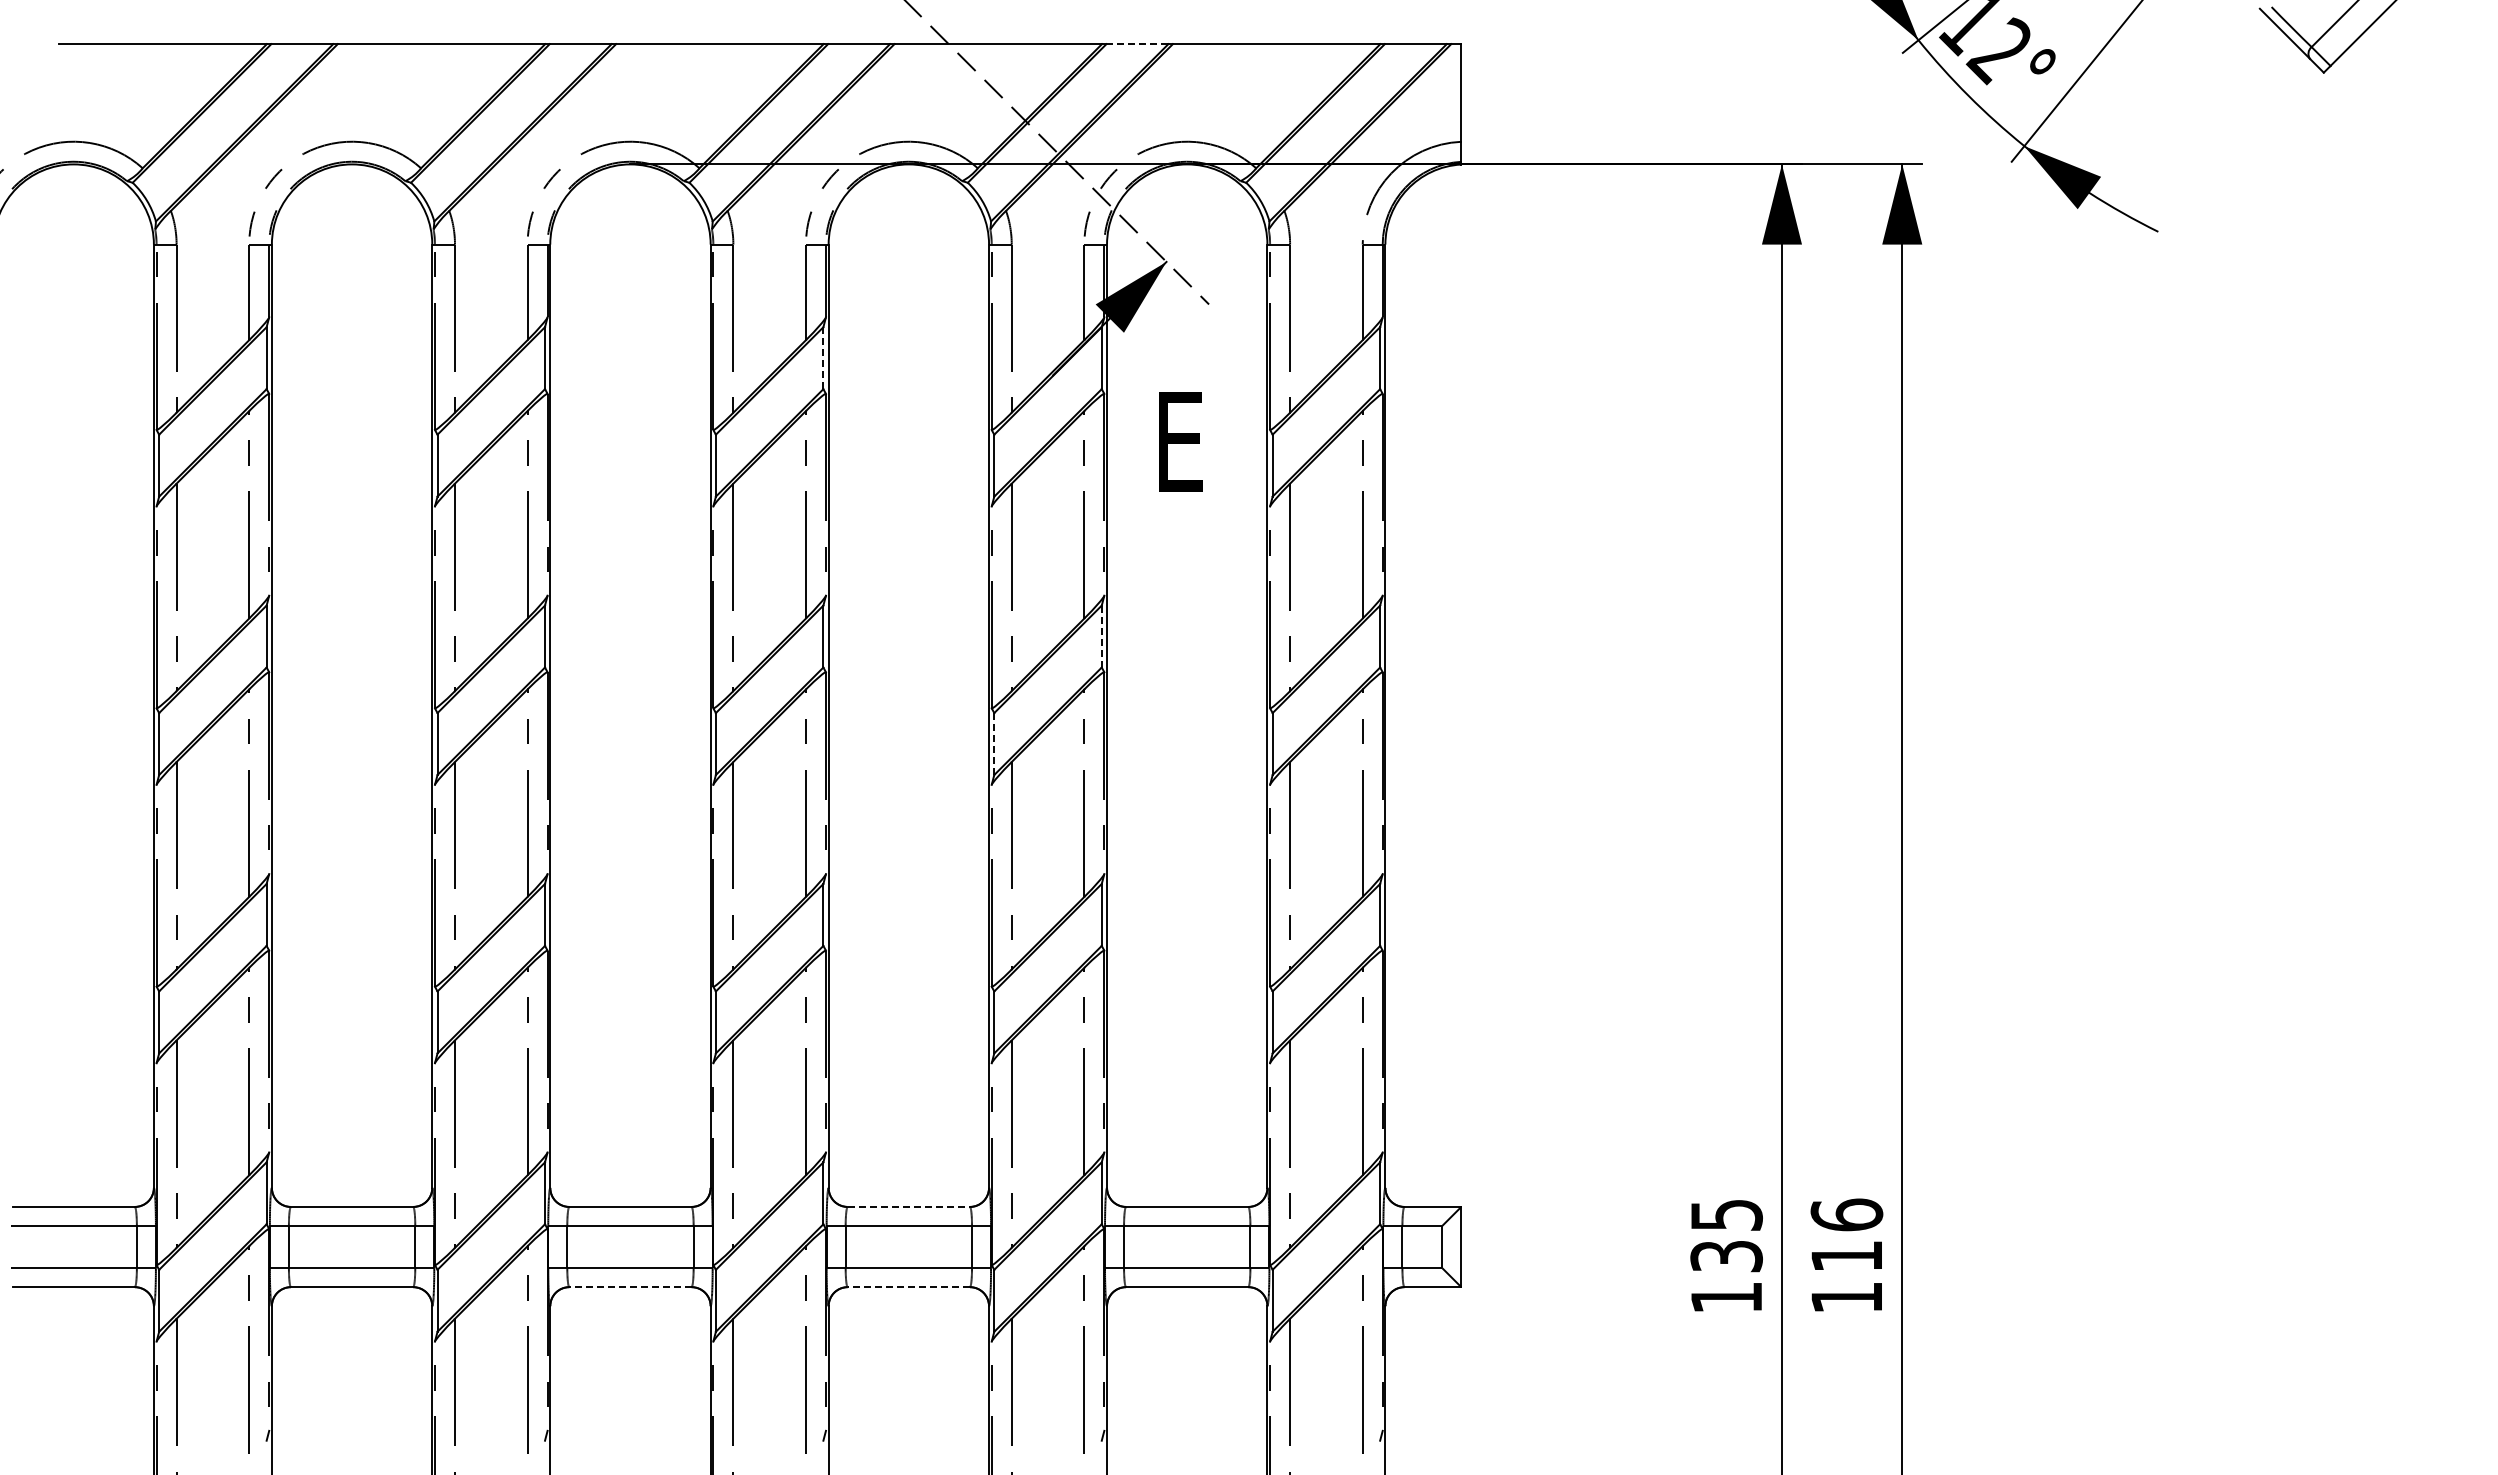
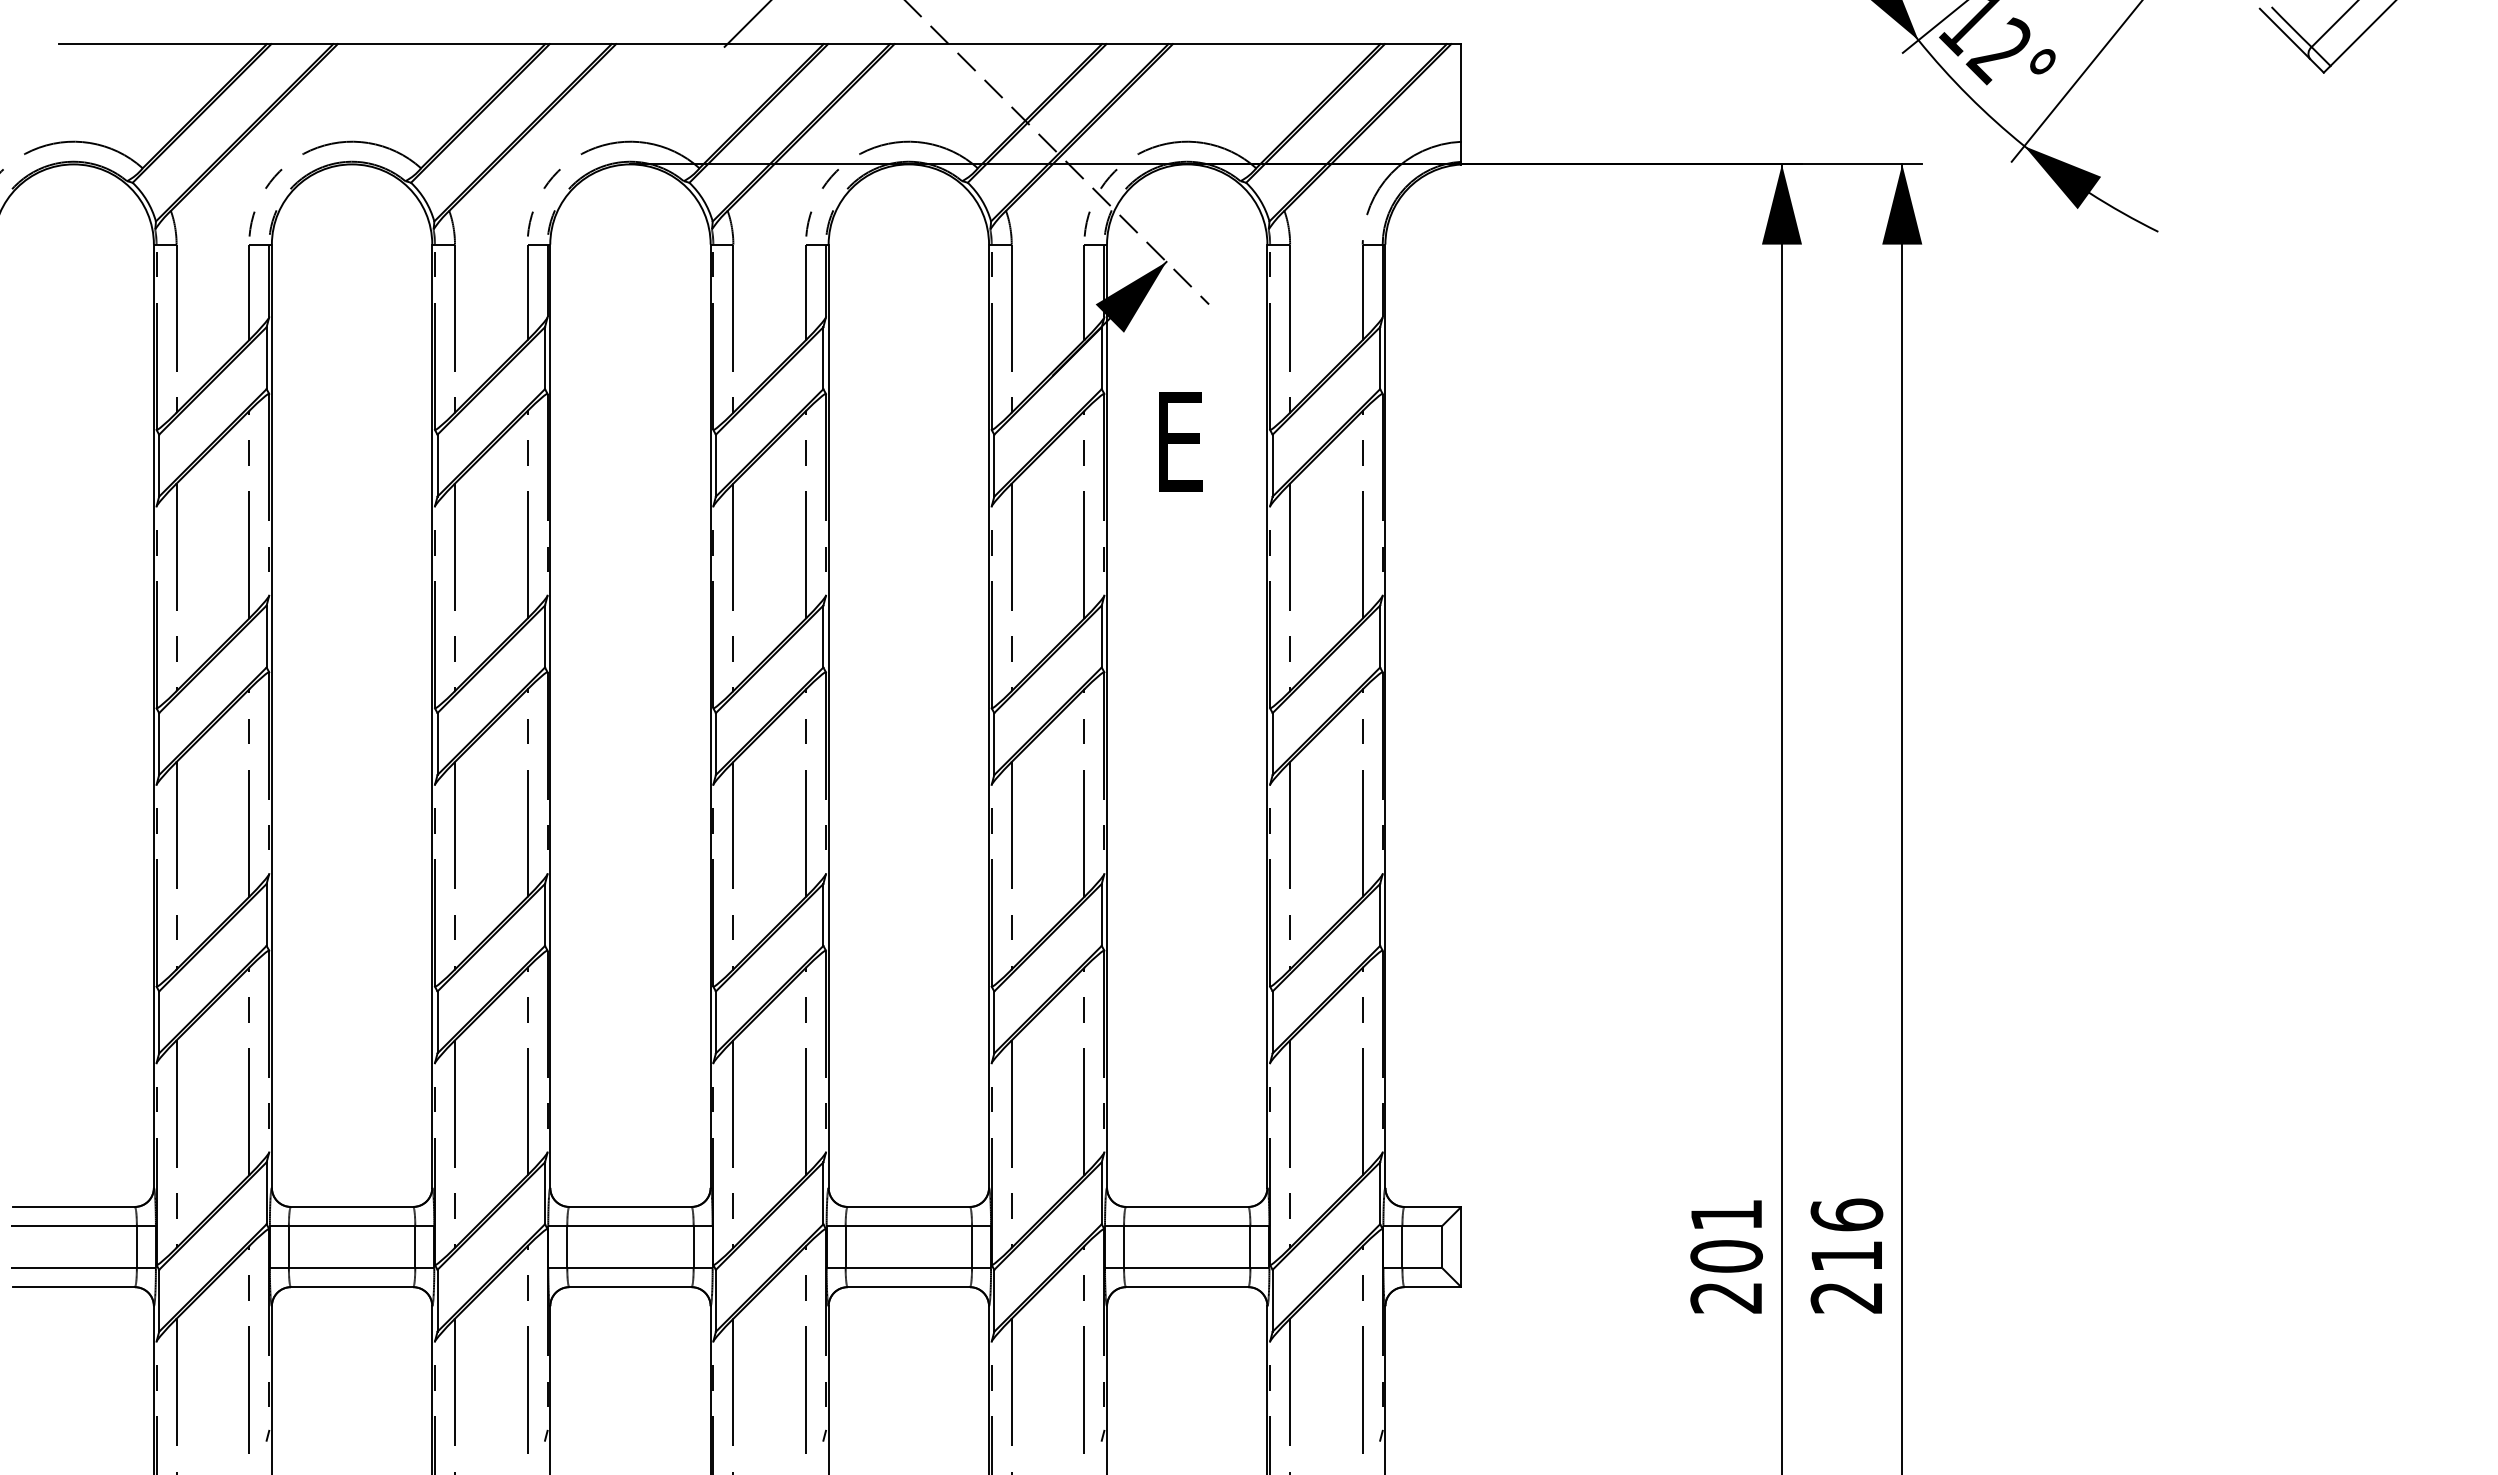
line at (746, 24): none -> present
line at (1137, 44): dashed -> solid
line at (823, 358): dashed -> solid
line at (1101, 636): dashed -> solid
line at (994, 744): dashed -> solid
line at (909, 1206): dashed -> solid
text at (1726, 1256): 135 -> 201
line at (629, 1287): dashed -> solid
line at (908, 1287): dashed -> solid
text at (1845, 1298): 116 -> 216
